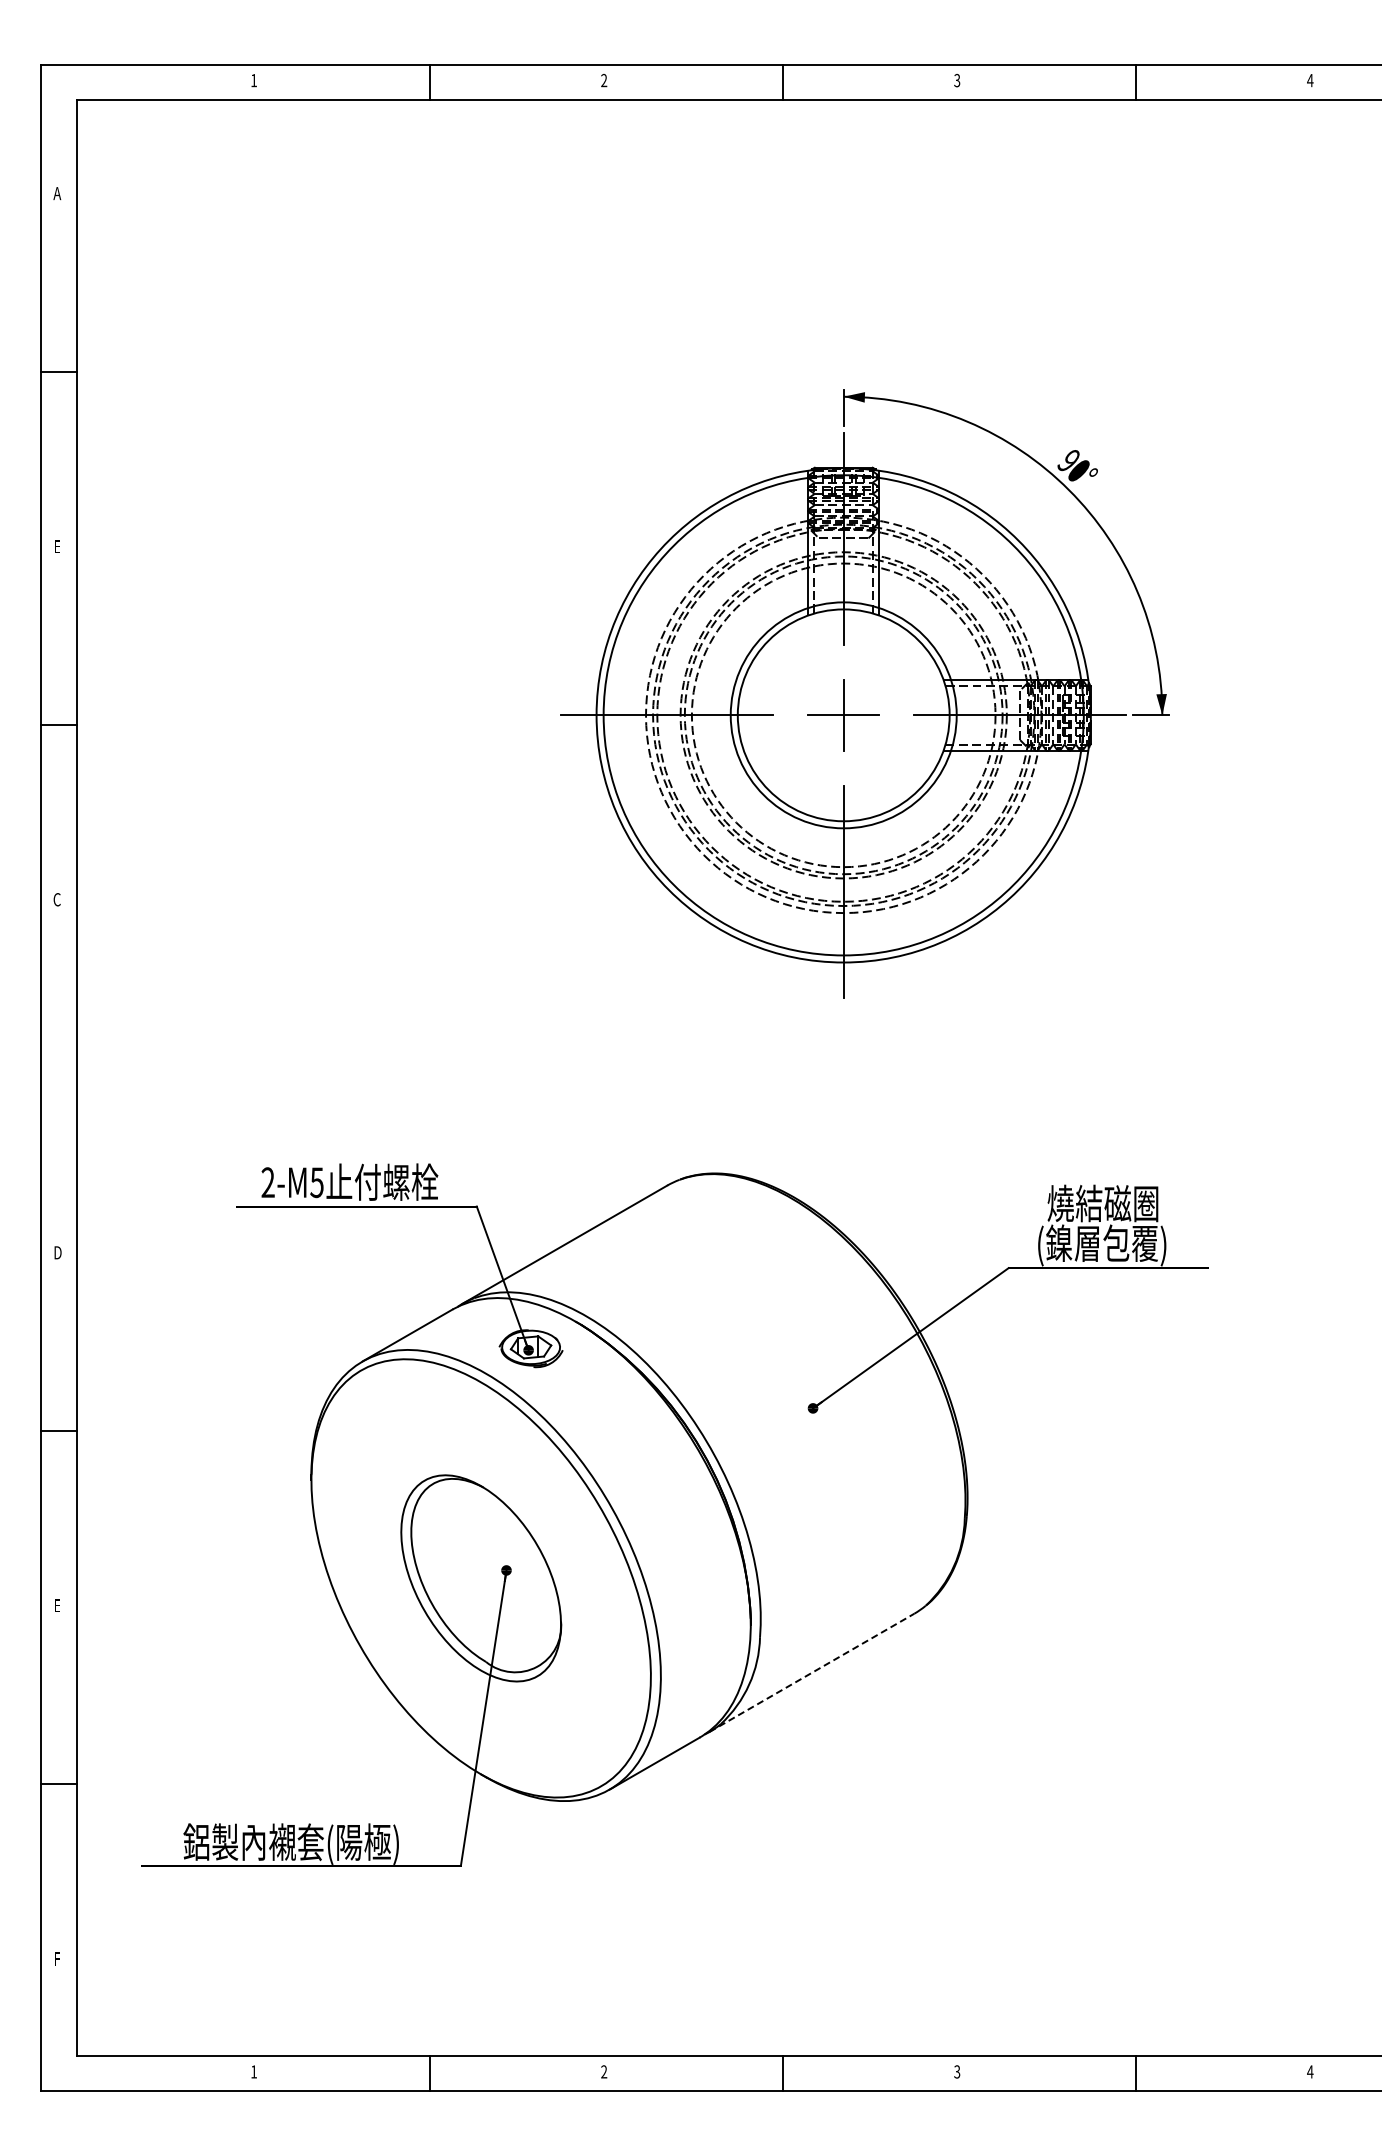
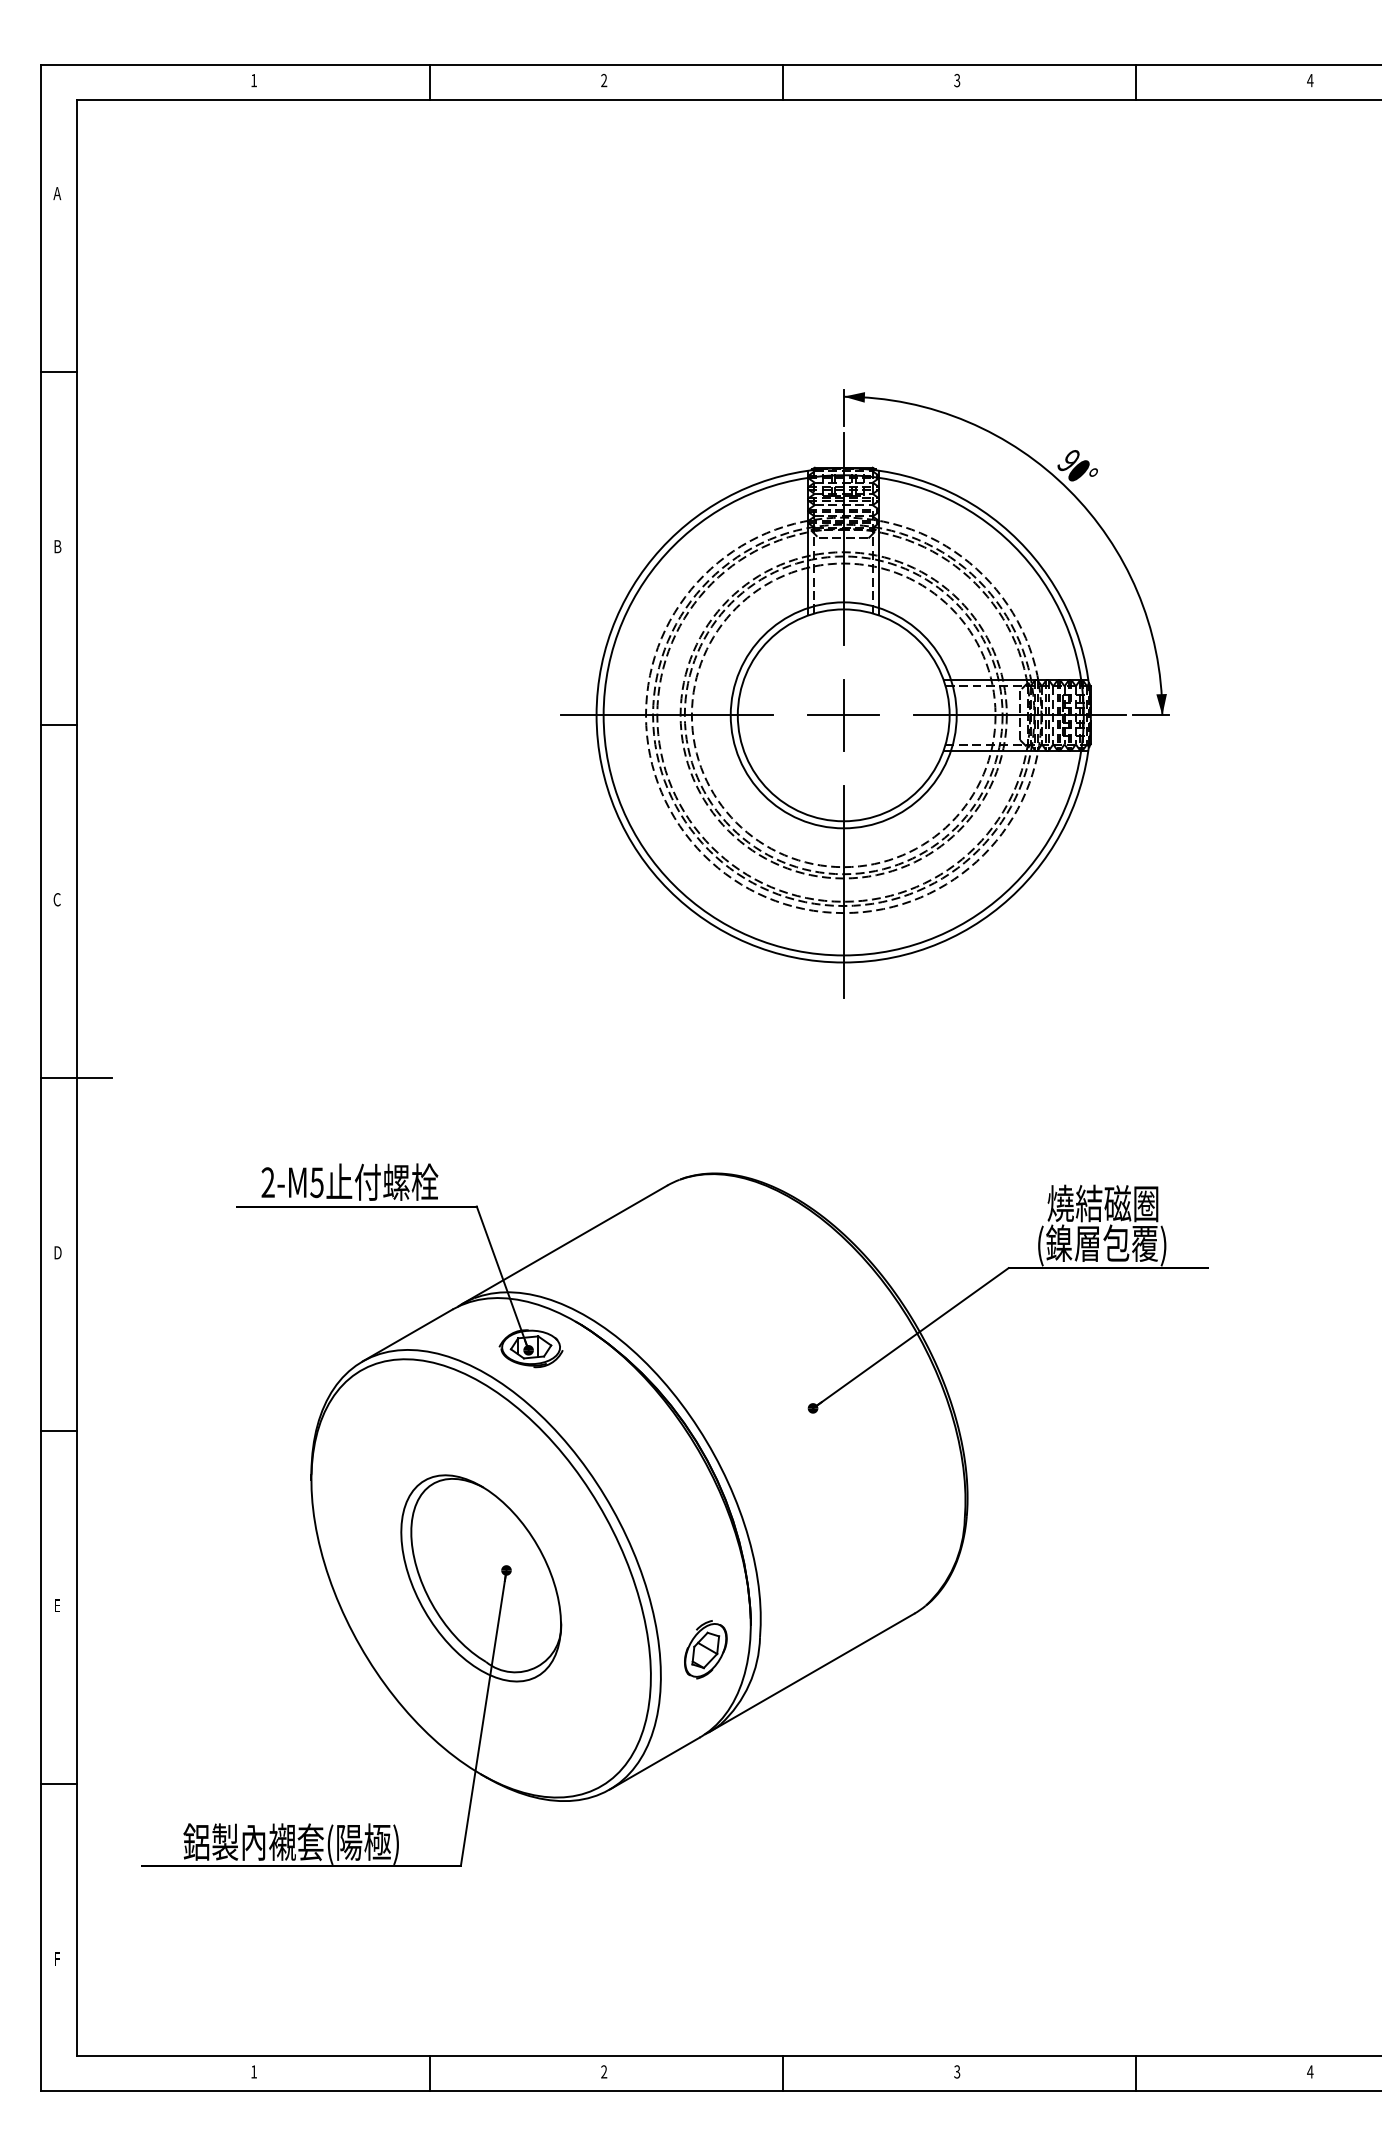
text at (57, 546): E -> B
line at (76, 1078): none -> present
part at (705, 1649): none -> present
line at (812, 1672): dashed -> solid
